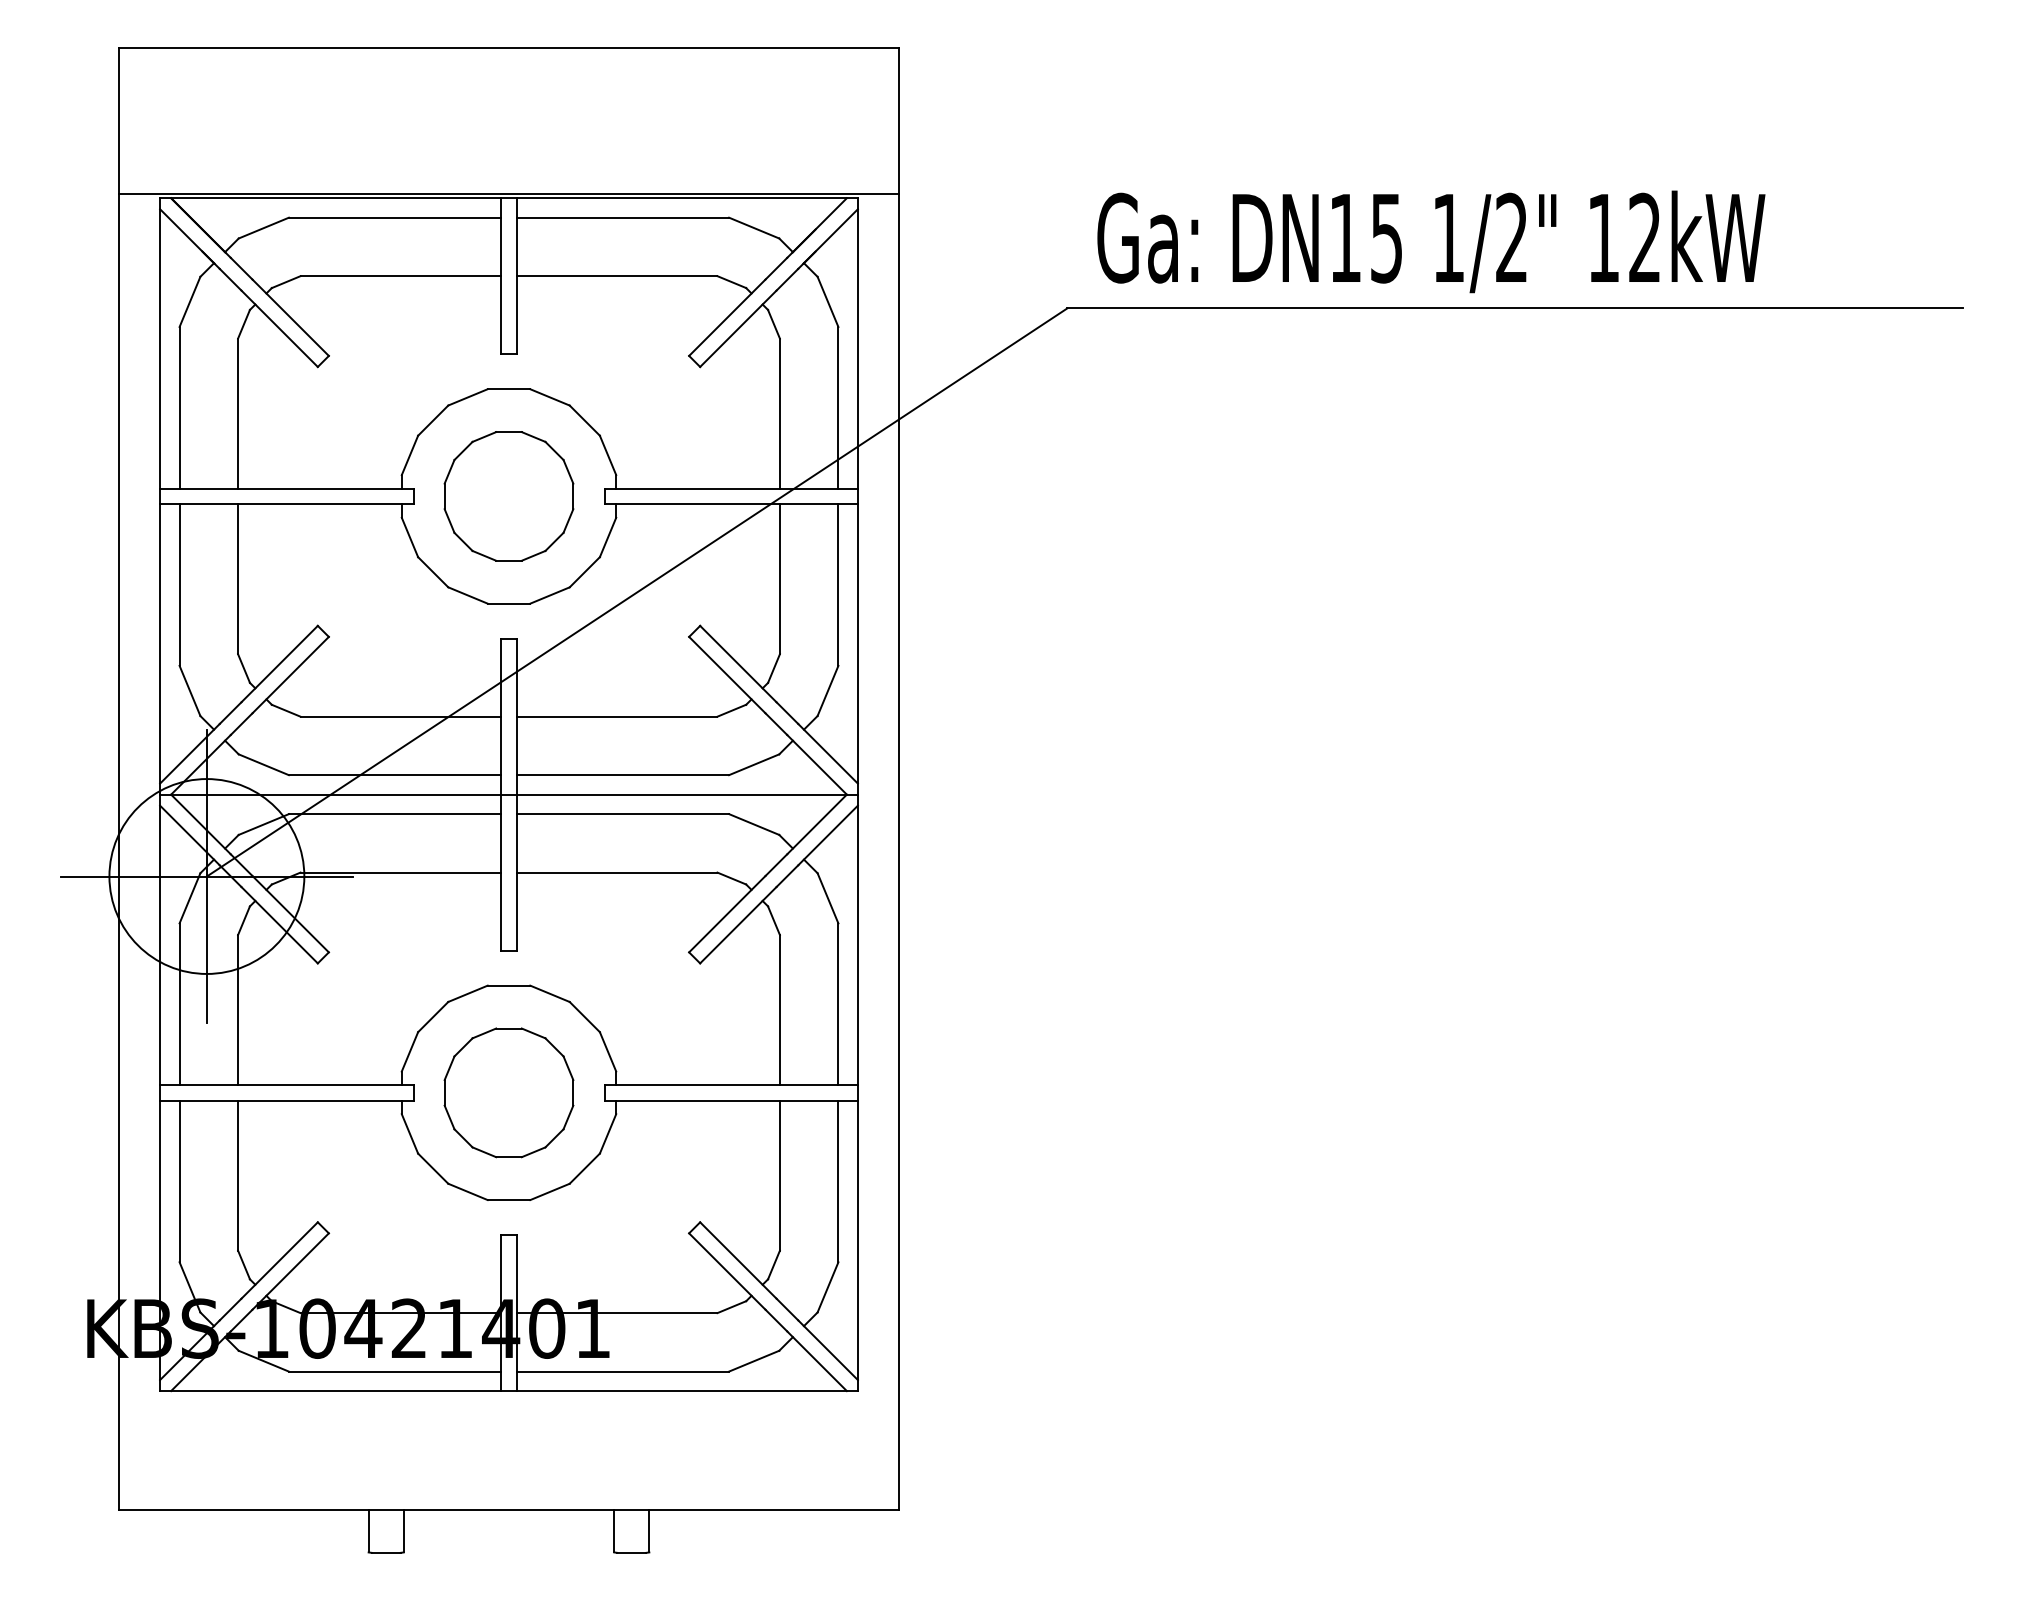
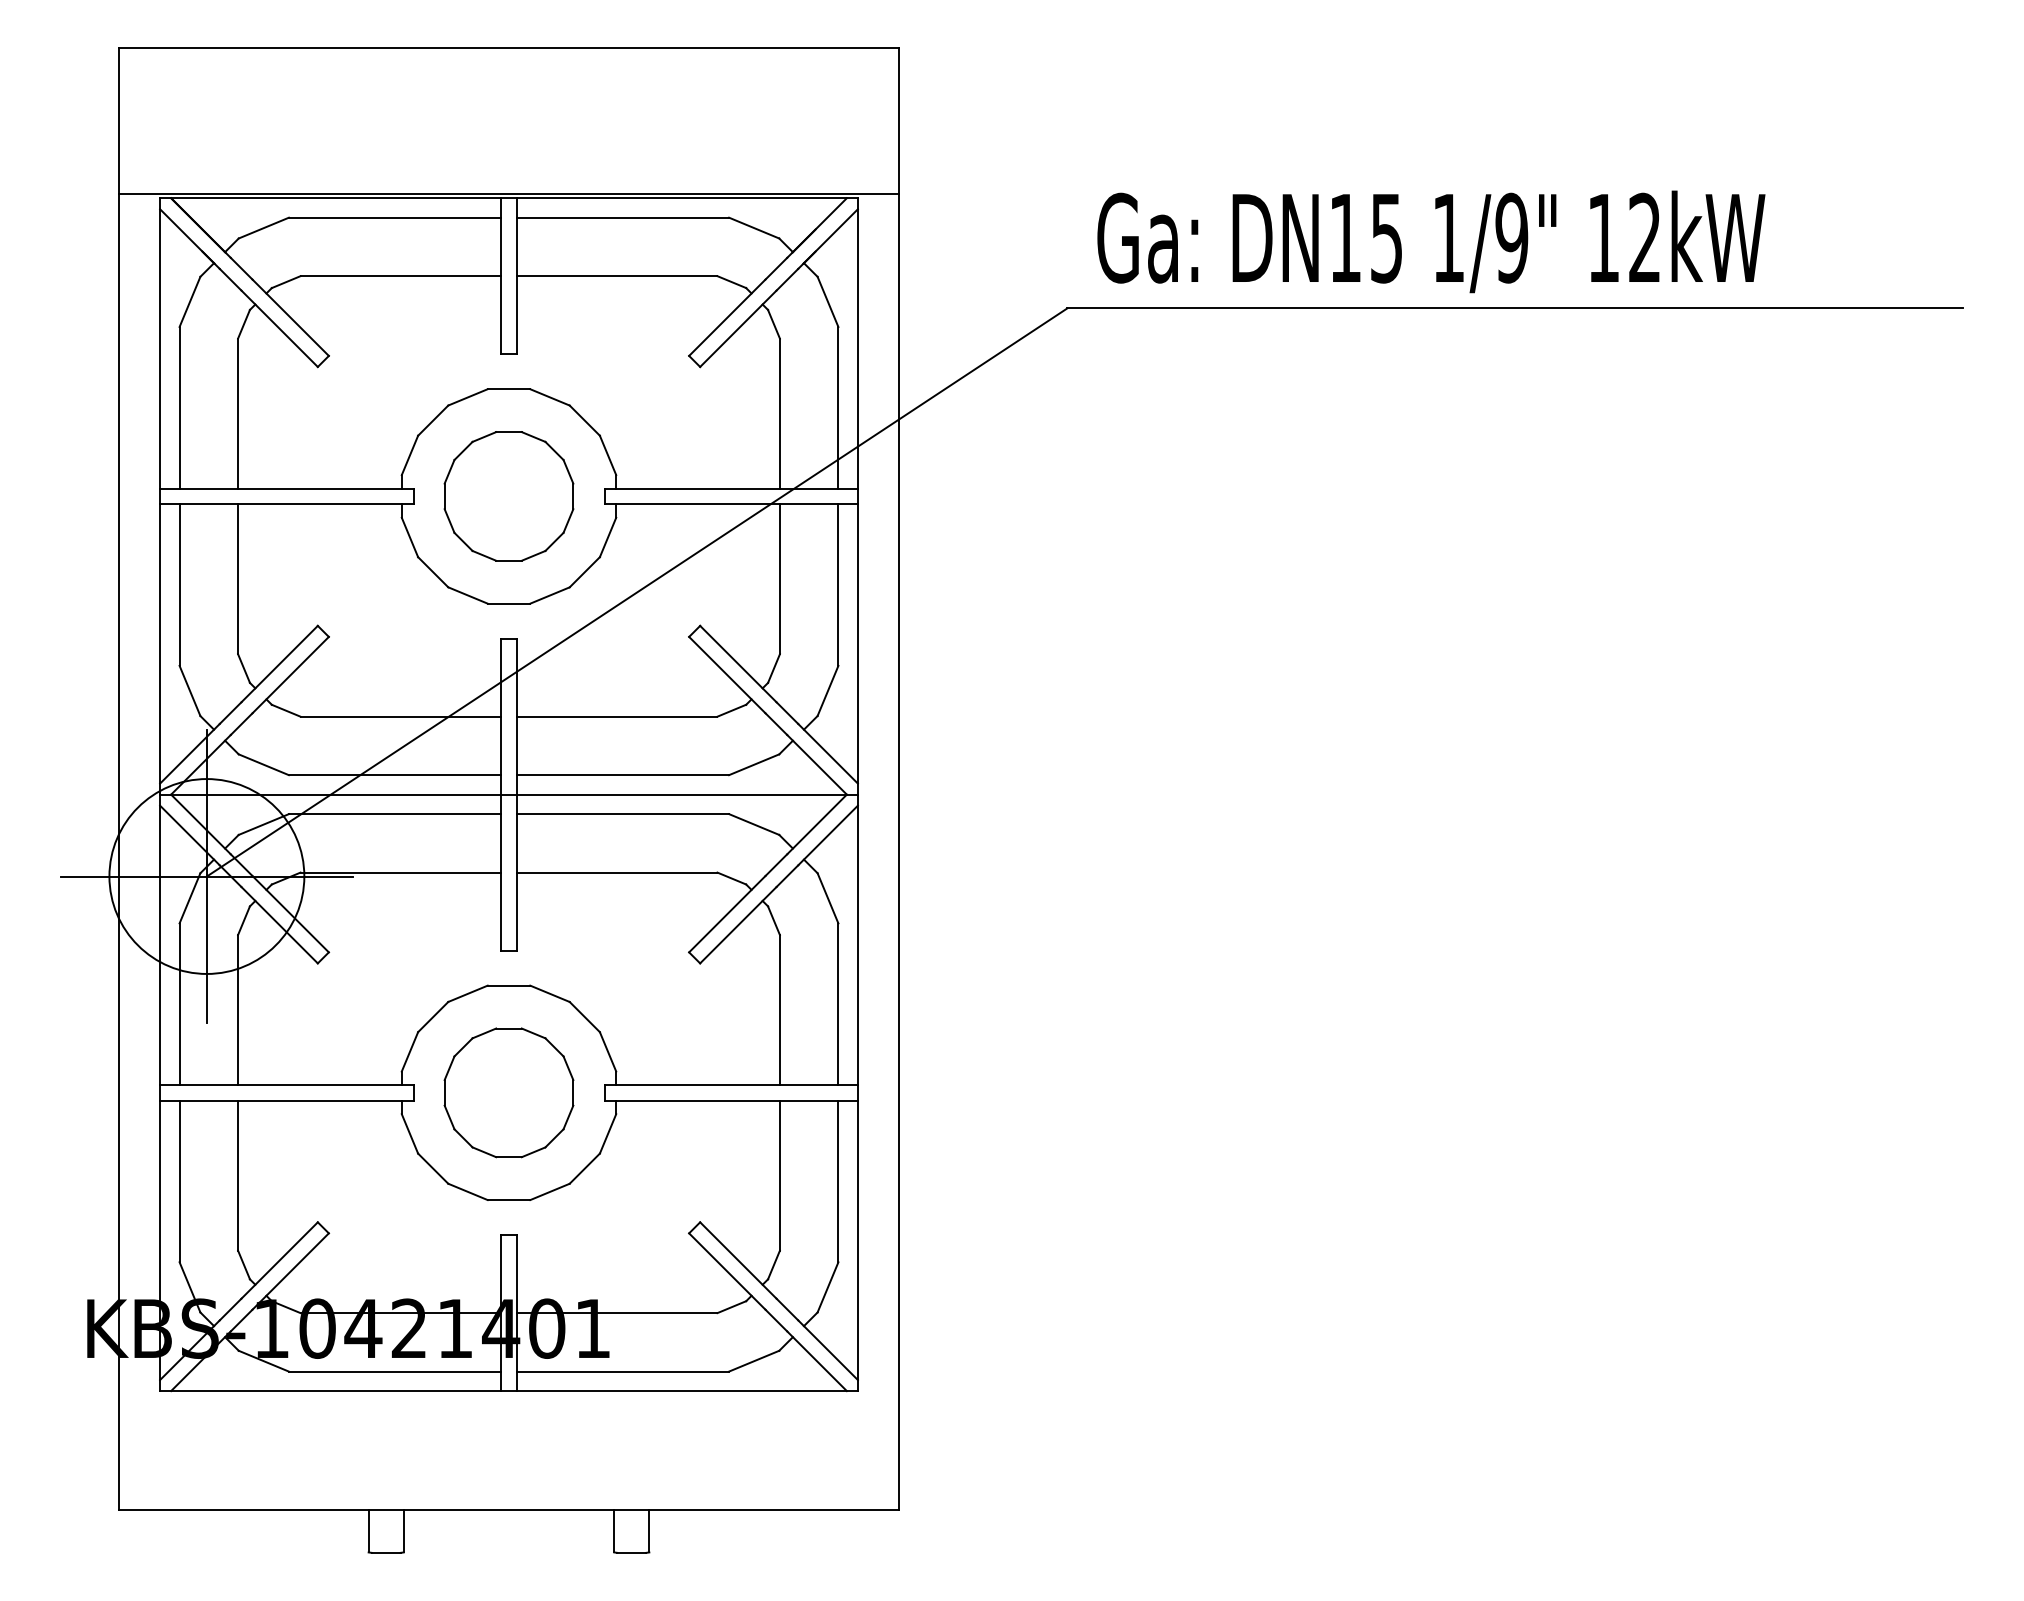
text at (1511, 237): 1/2" -> 1/9"
